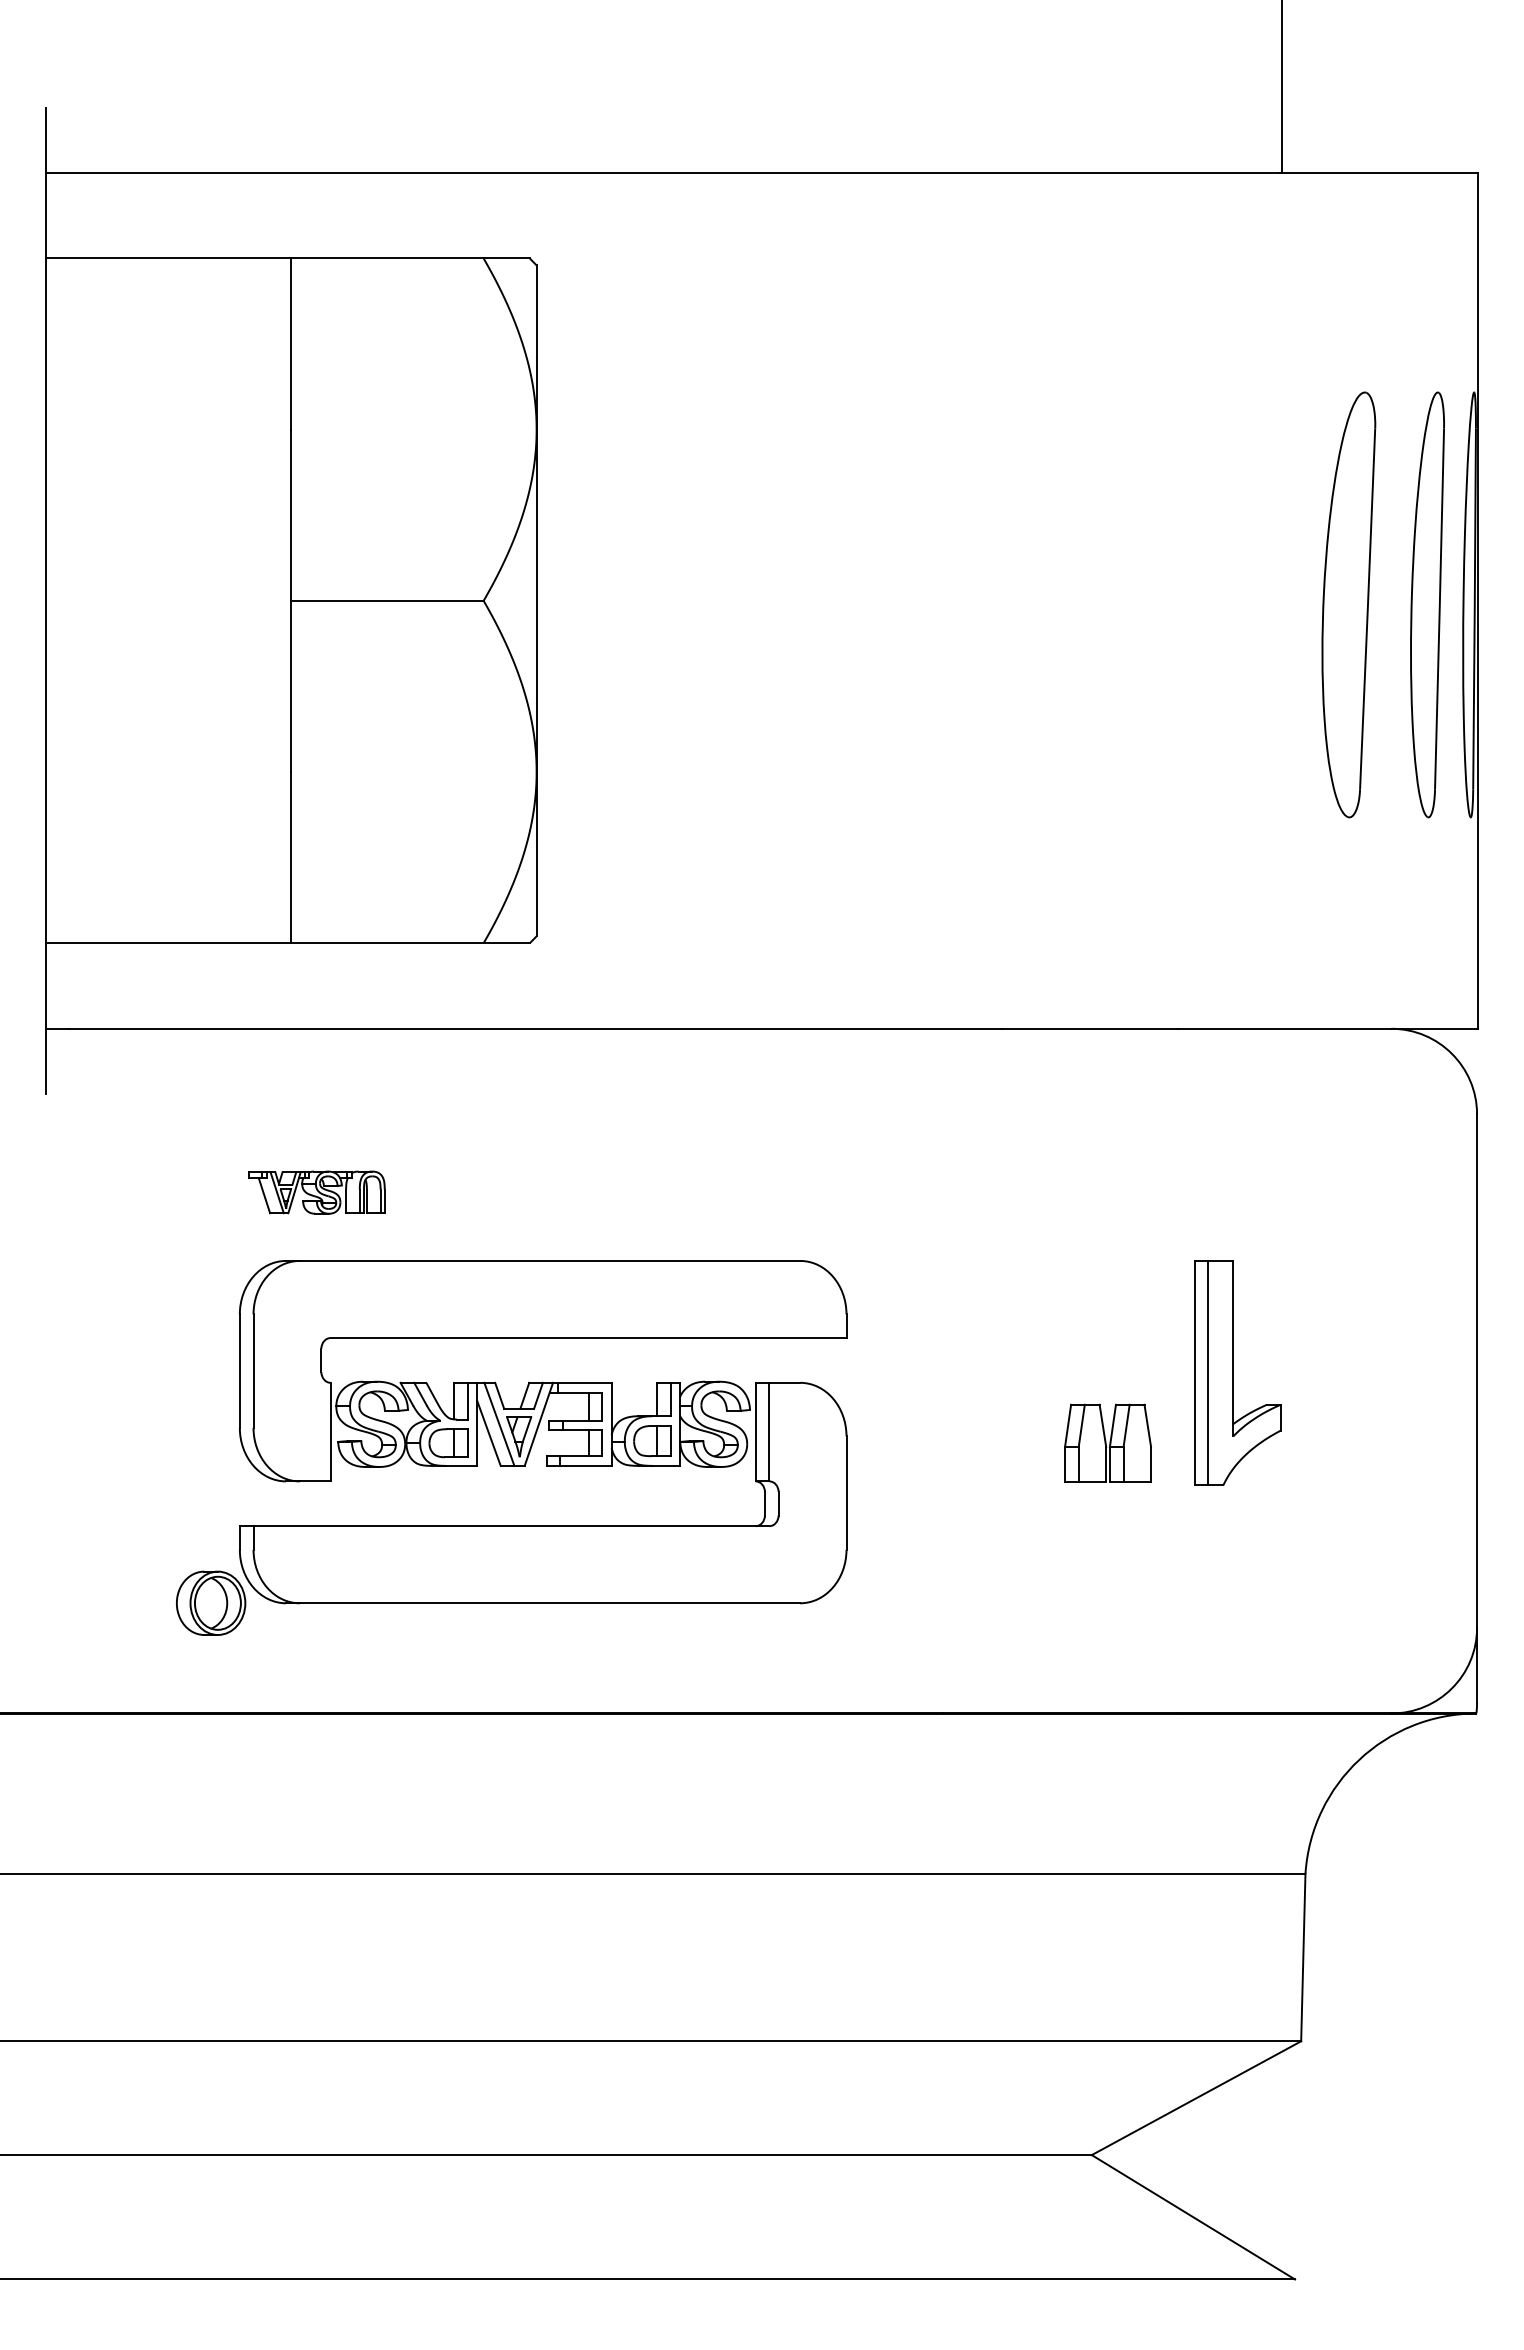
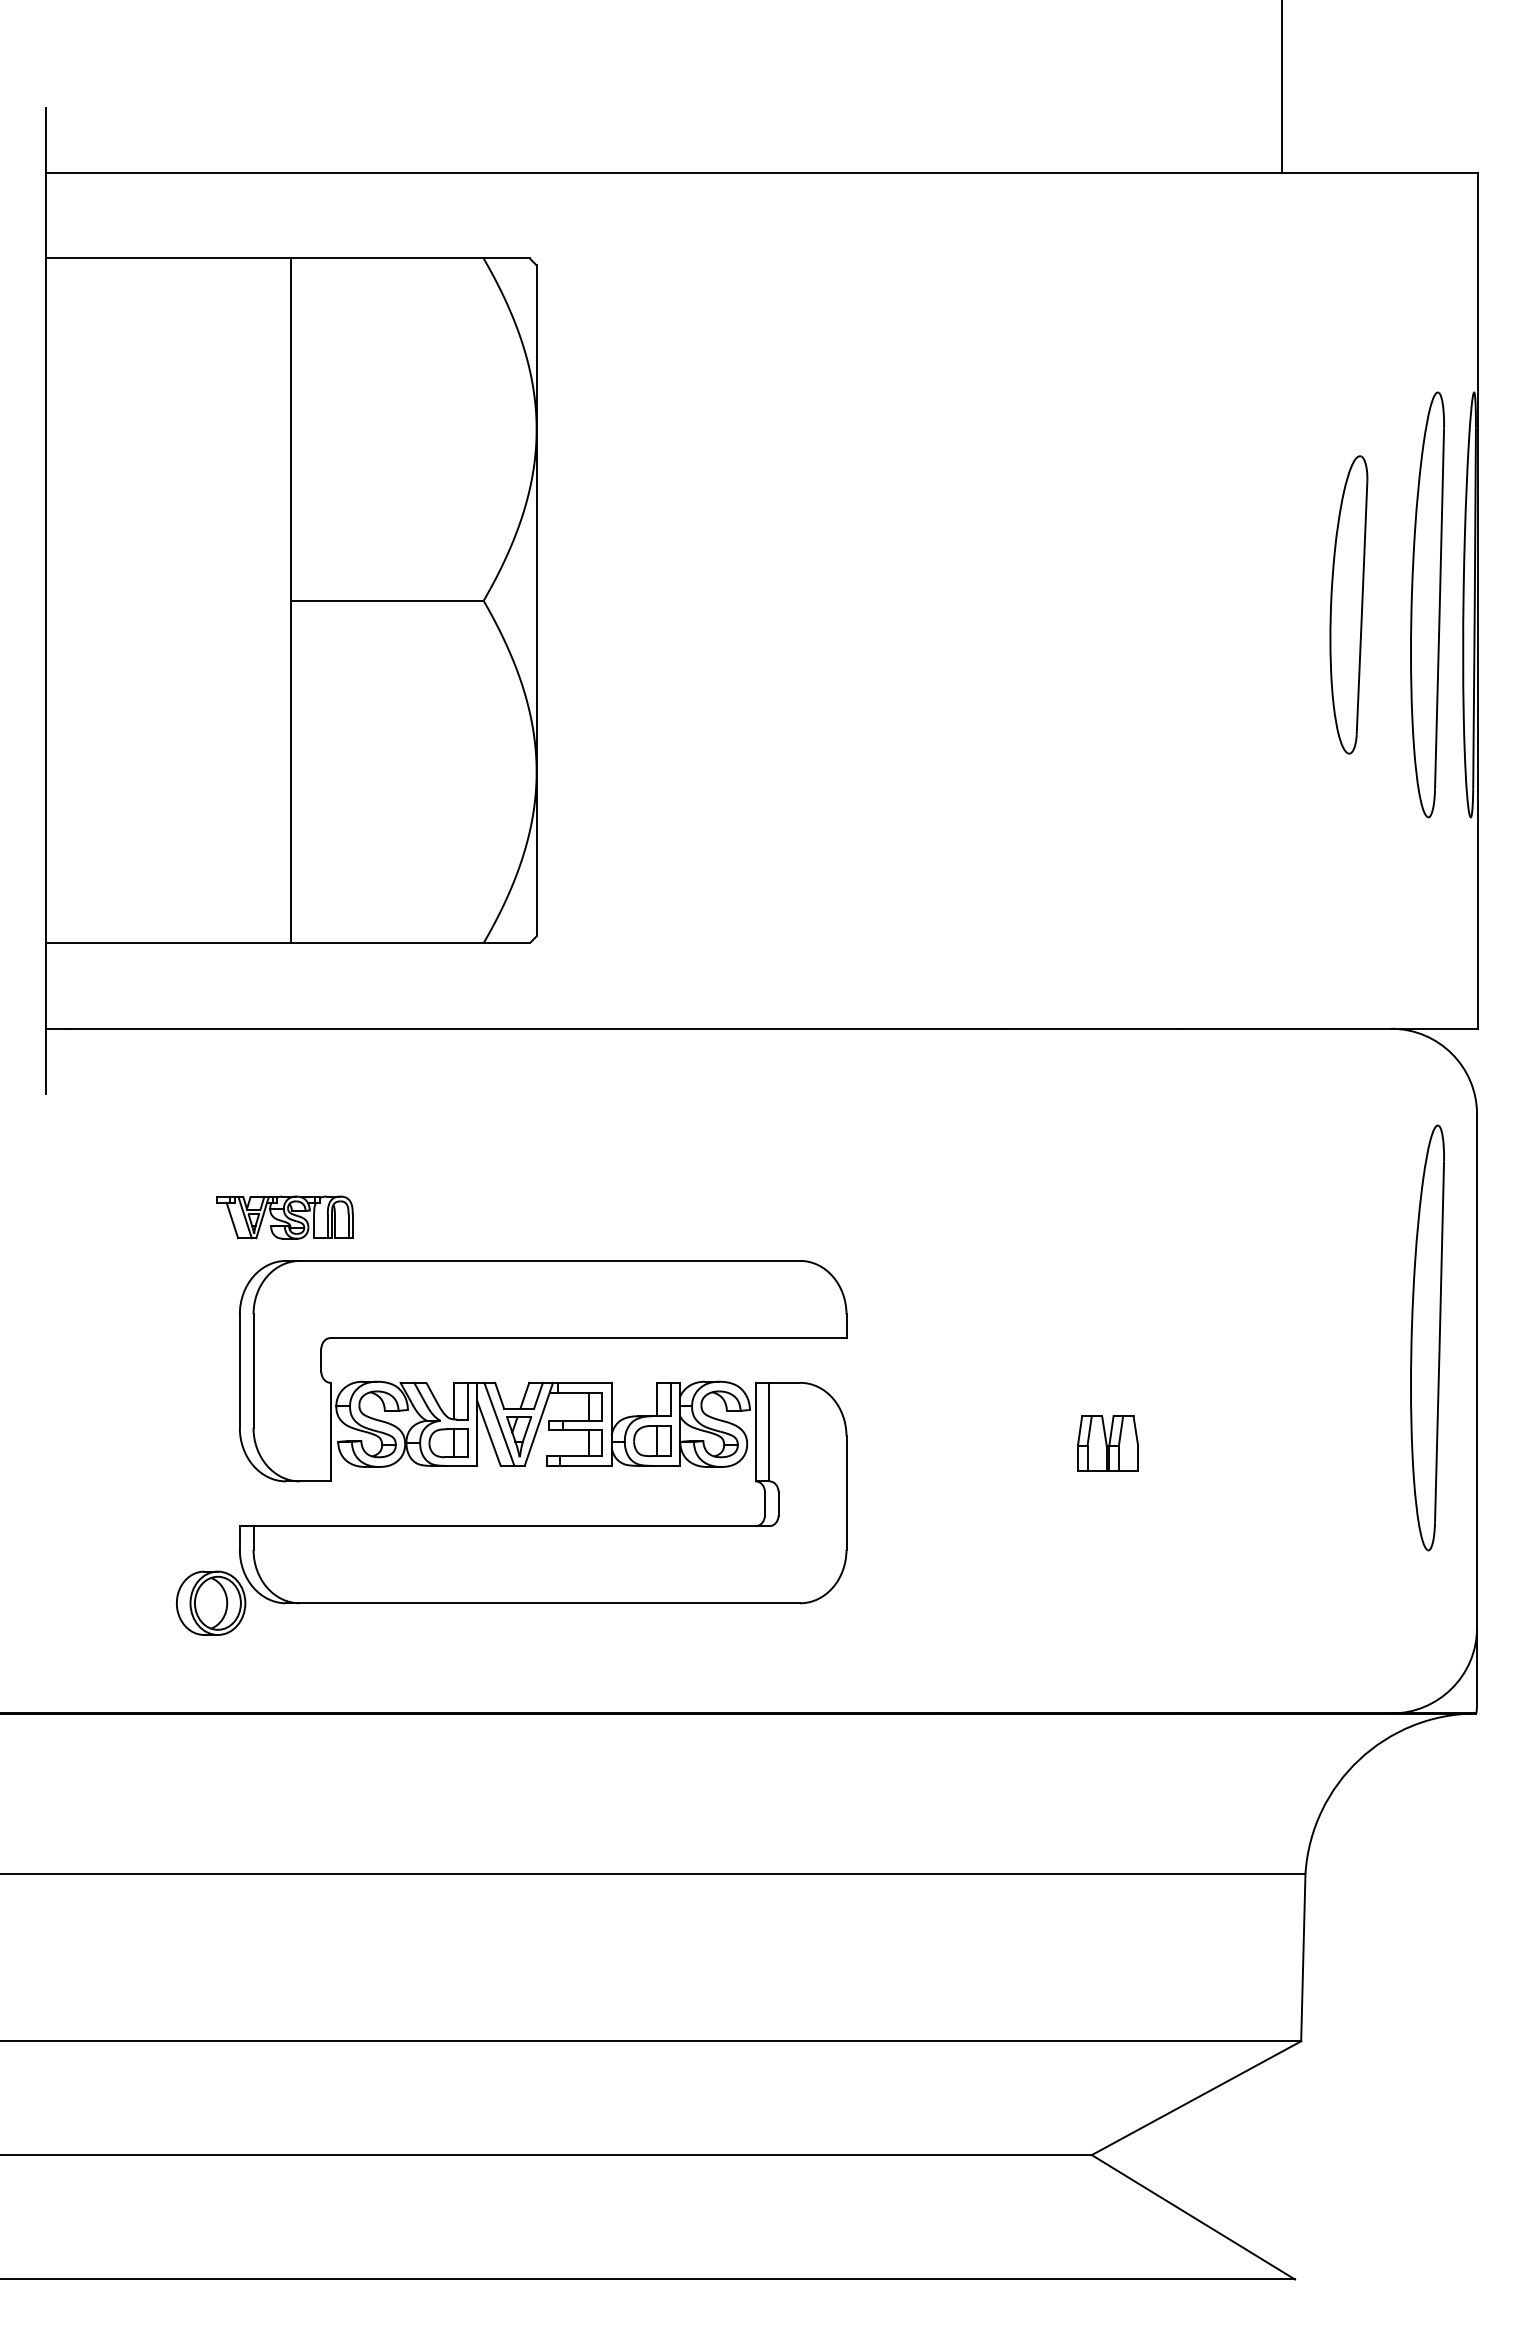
part at (1348, 604) size: 56x428 px -> 40x300 px
part at (316, 1192) position: (316, 1192) -> (284, 1217)
part at (1427, 1337): none -> present
part at (1237, 1372): present -> none
part at (1107, 1442) size: 88x80 px -> 62x57 px
